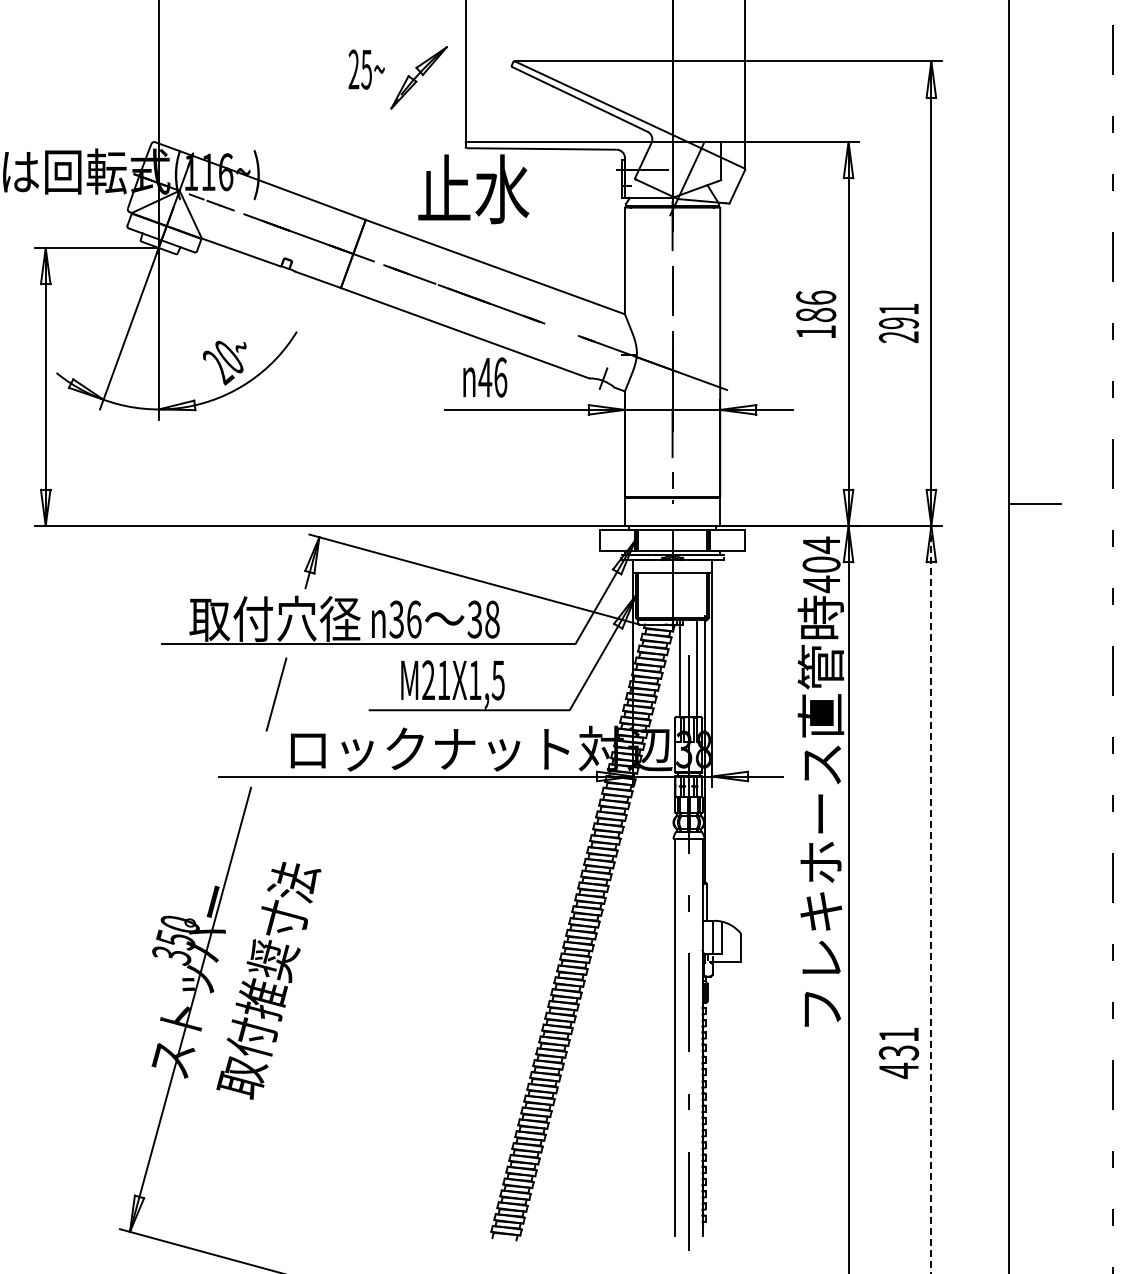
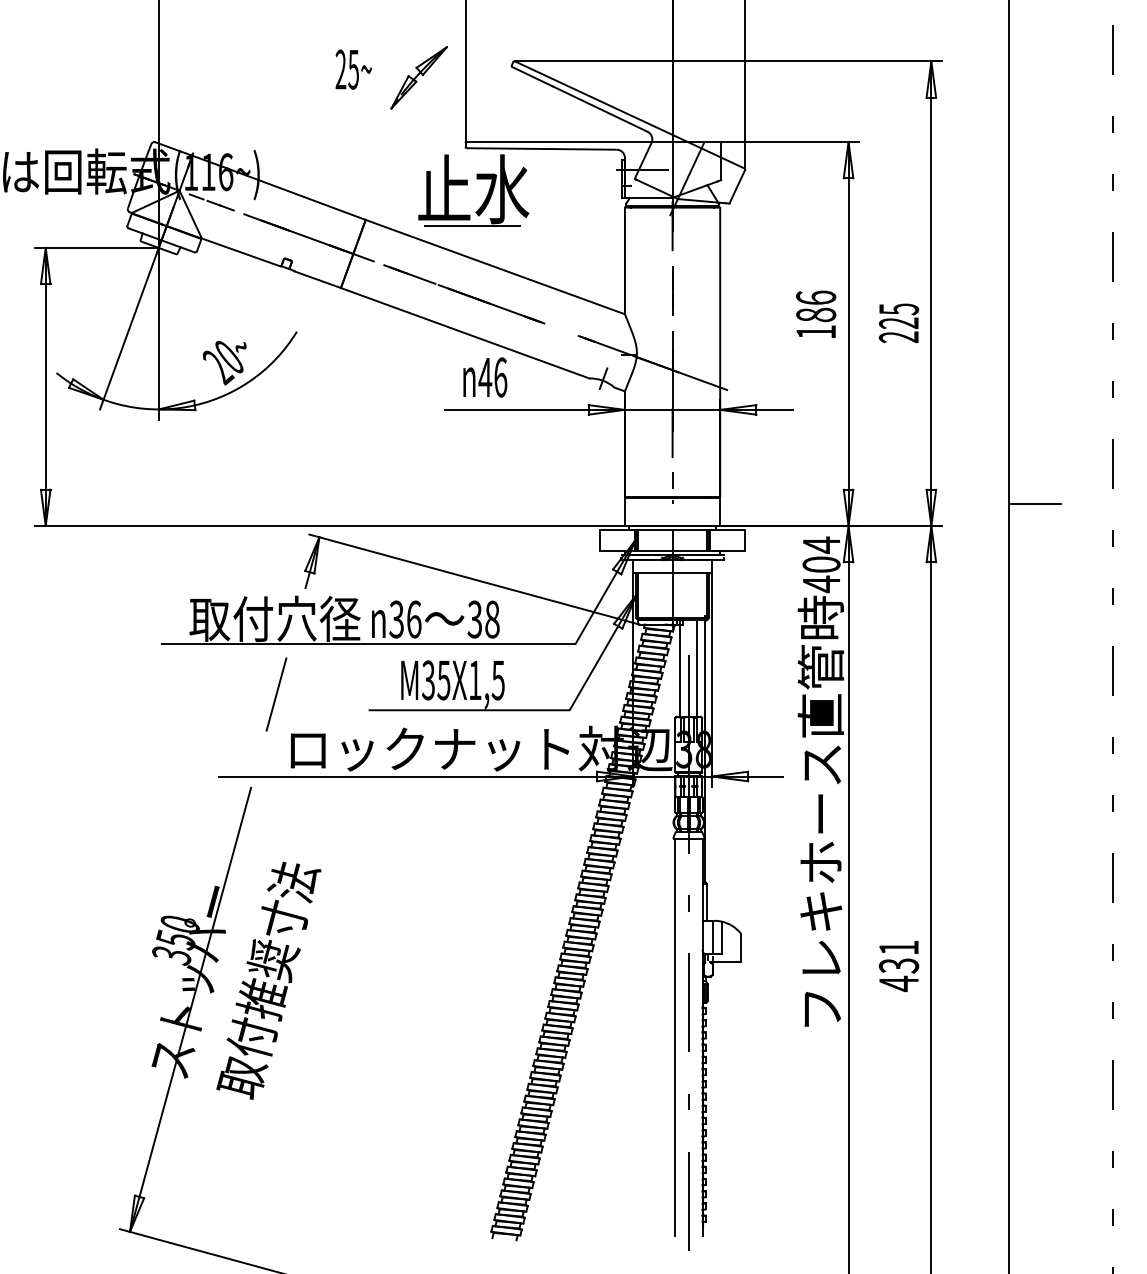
text at (366, 69) position: (366, 69) -> (353, 69)
line at (472, 225): none -> present
text at (899, 316): 291 -> 225
text at (436, 680): M21X1,5 -> M35X1,5
line at (931, 899): dashed -> solid
text at (898, 1053) position: (898, 1053) -> (898, 966)
